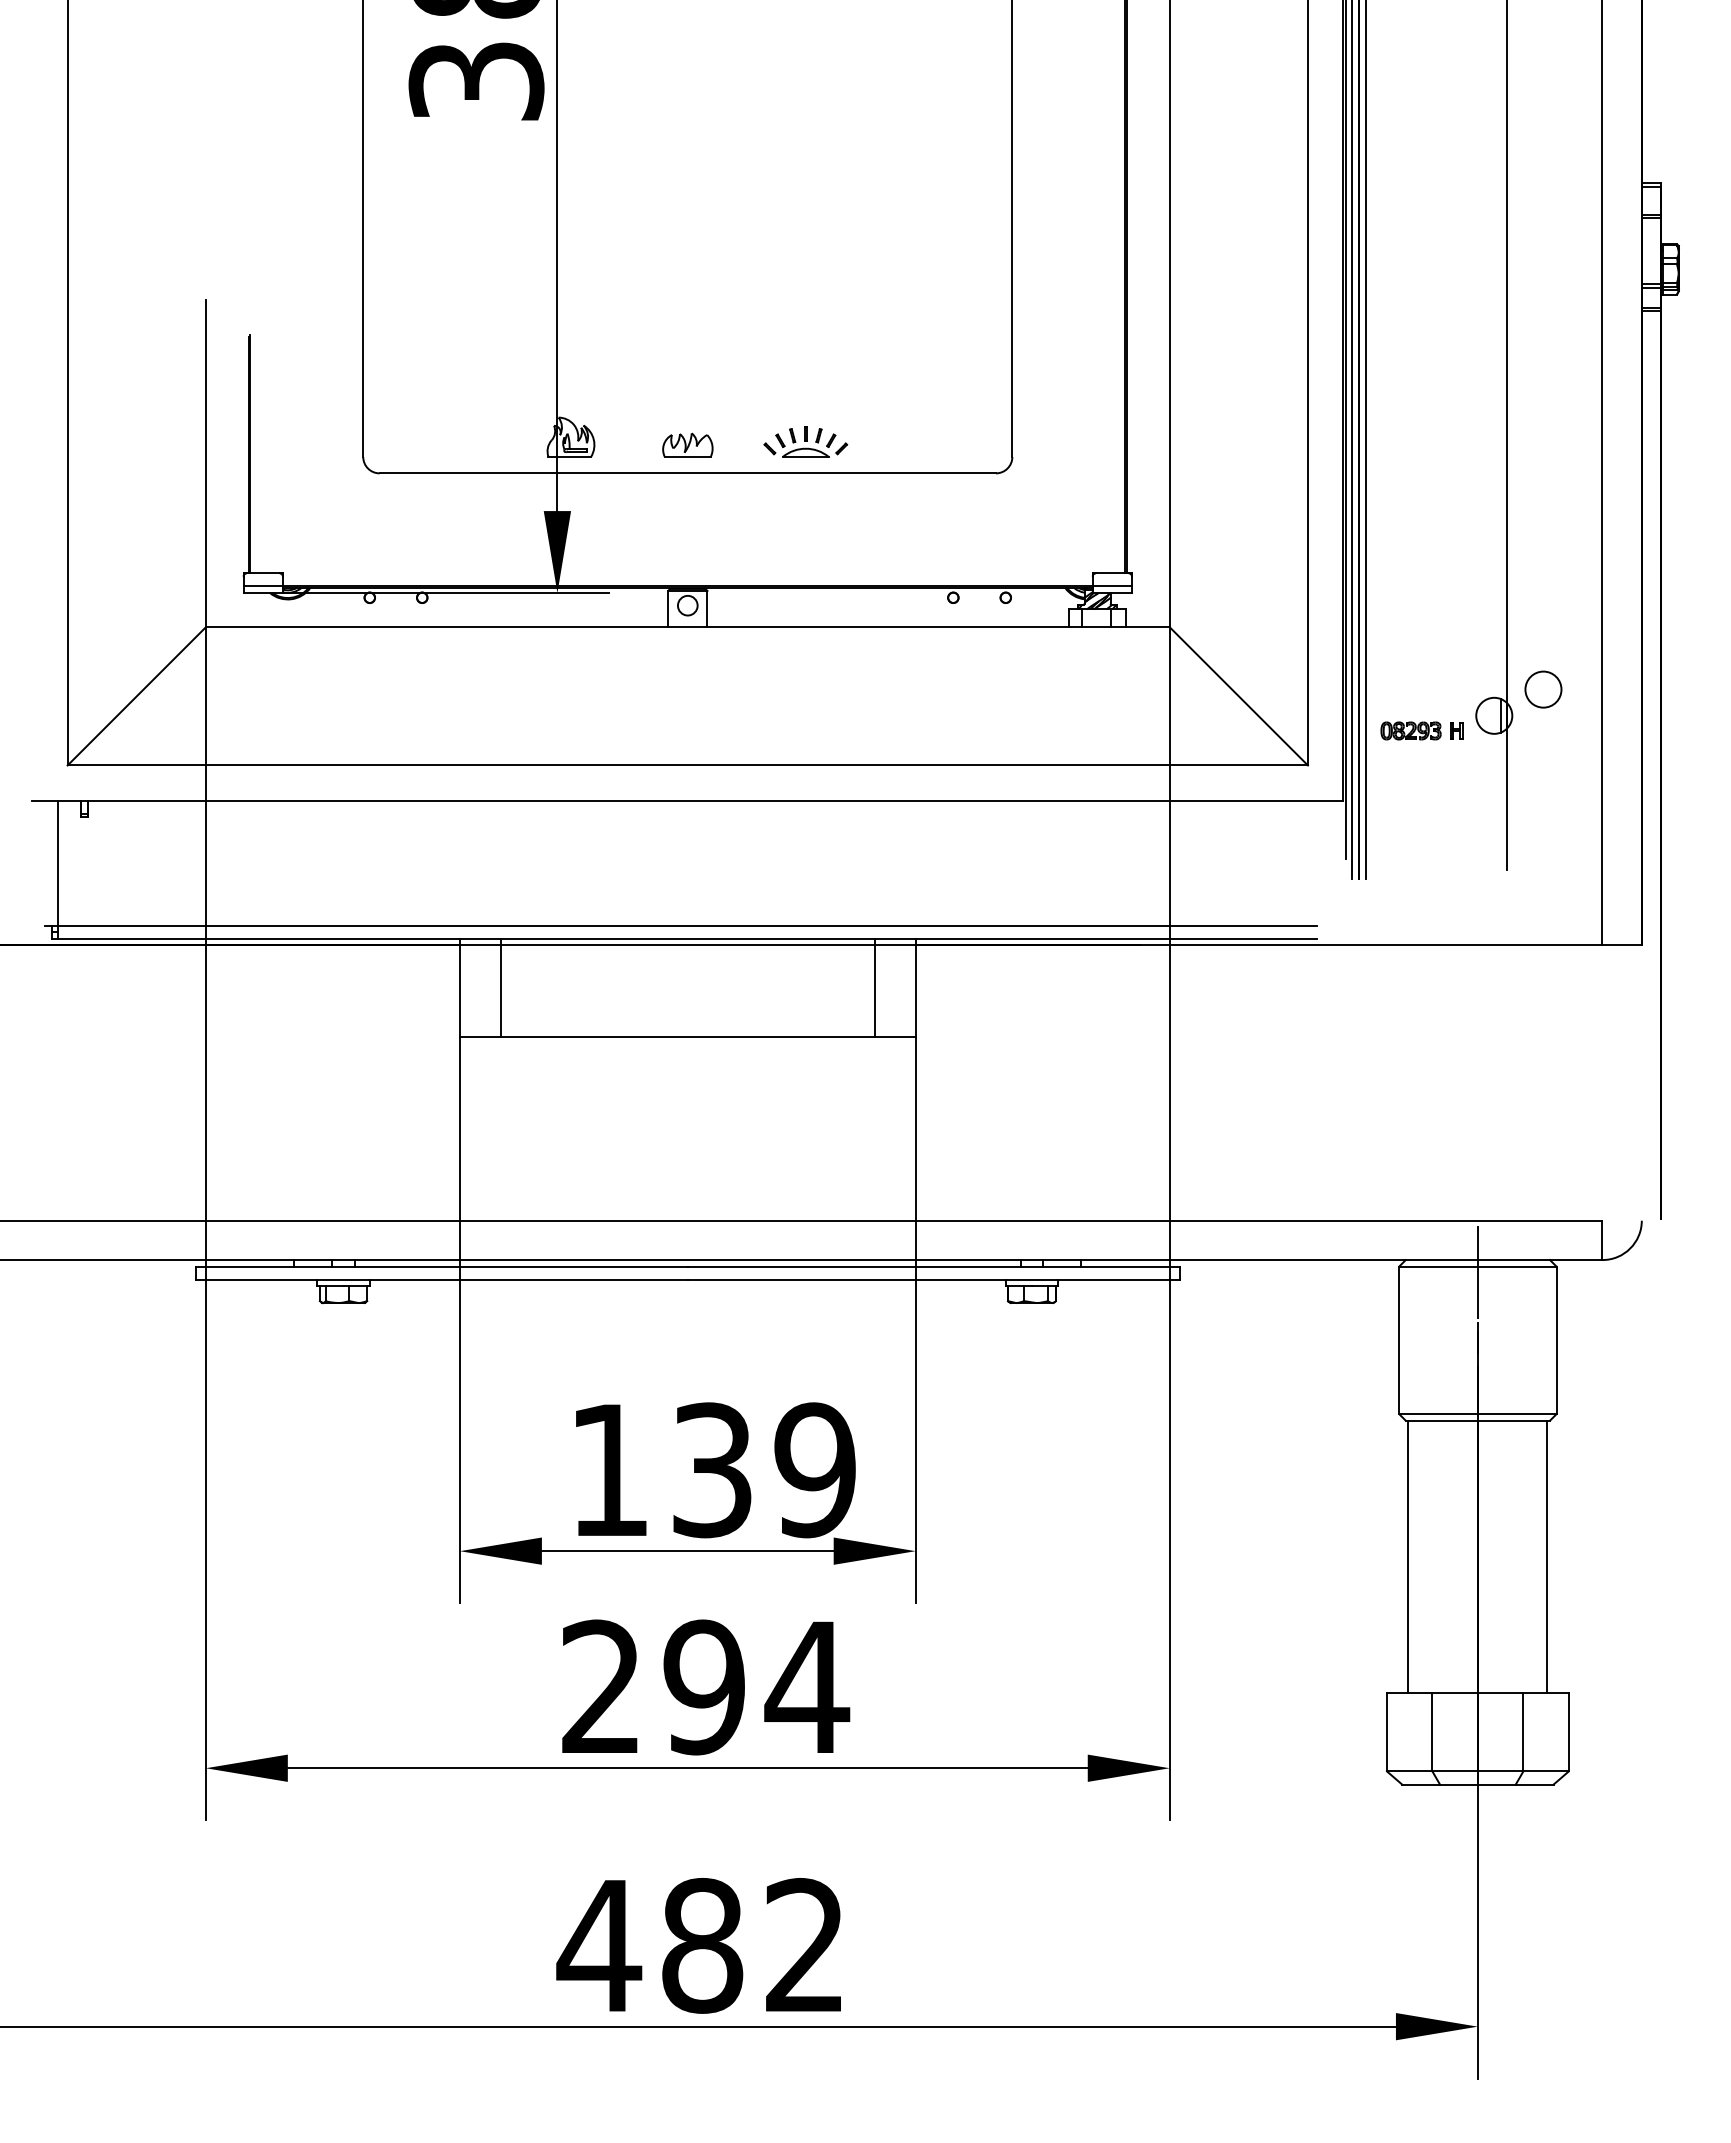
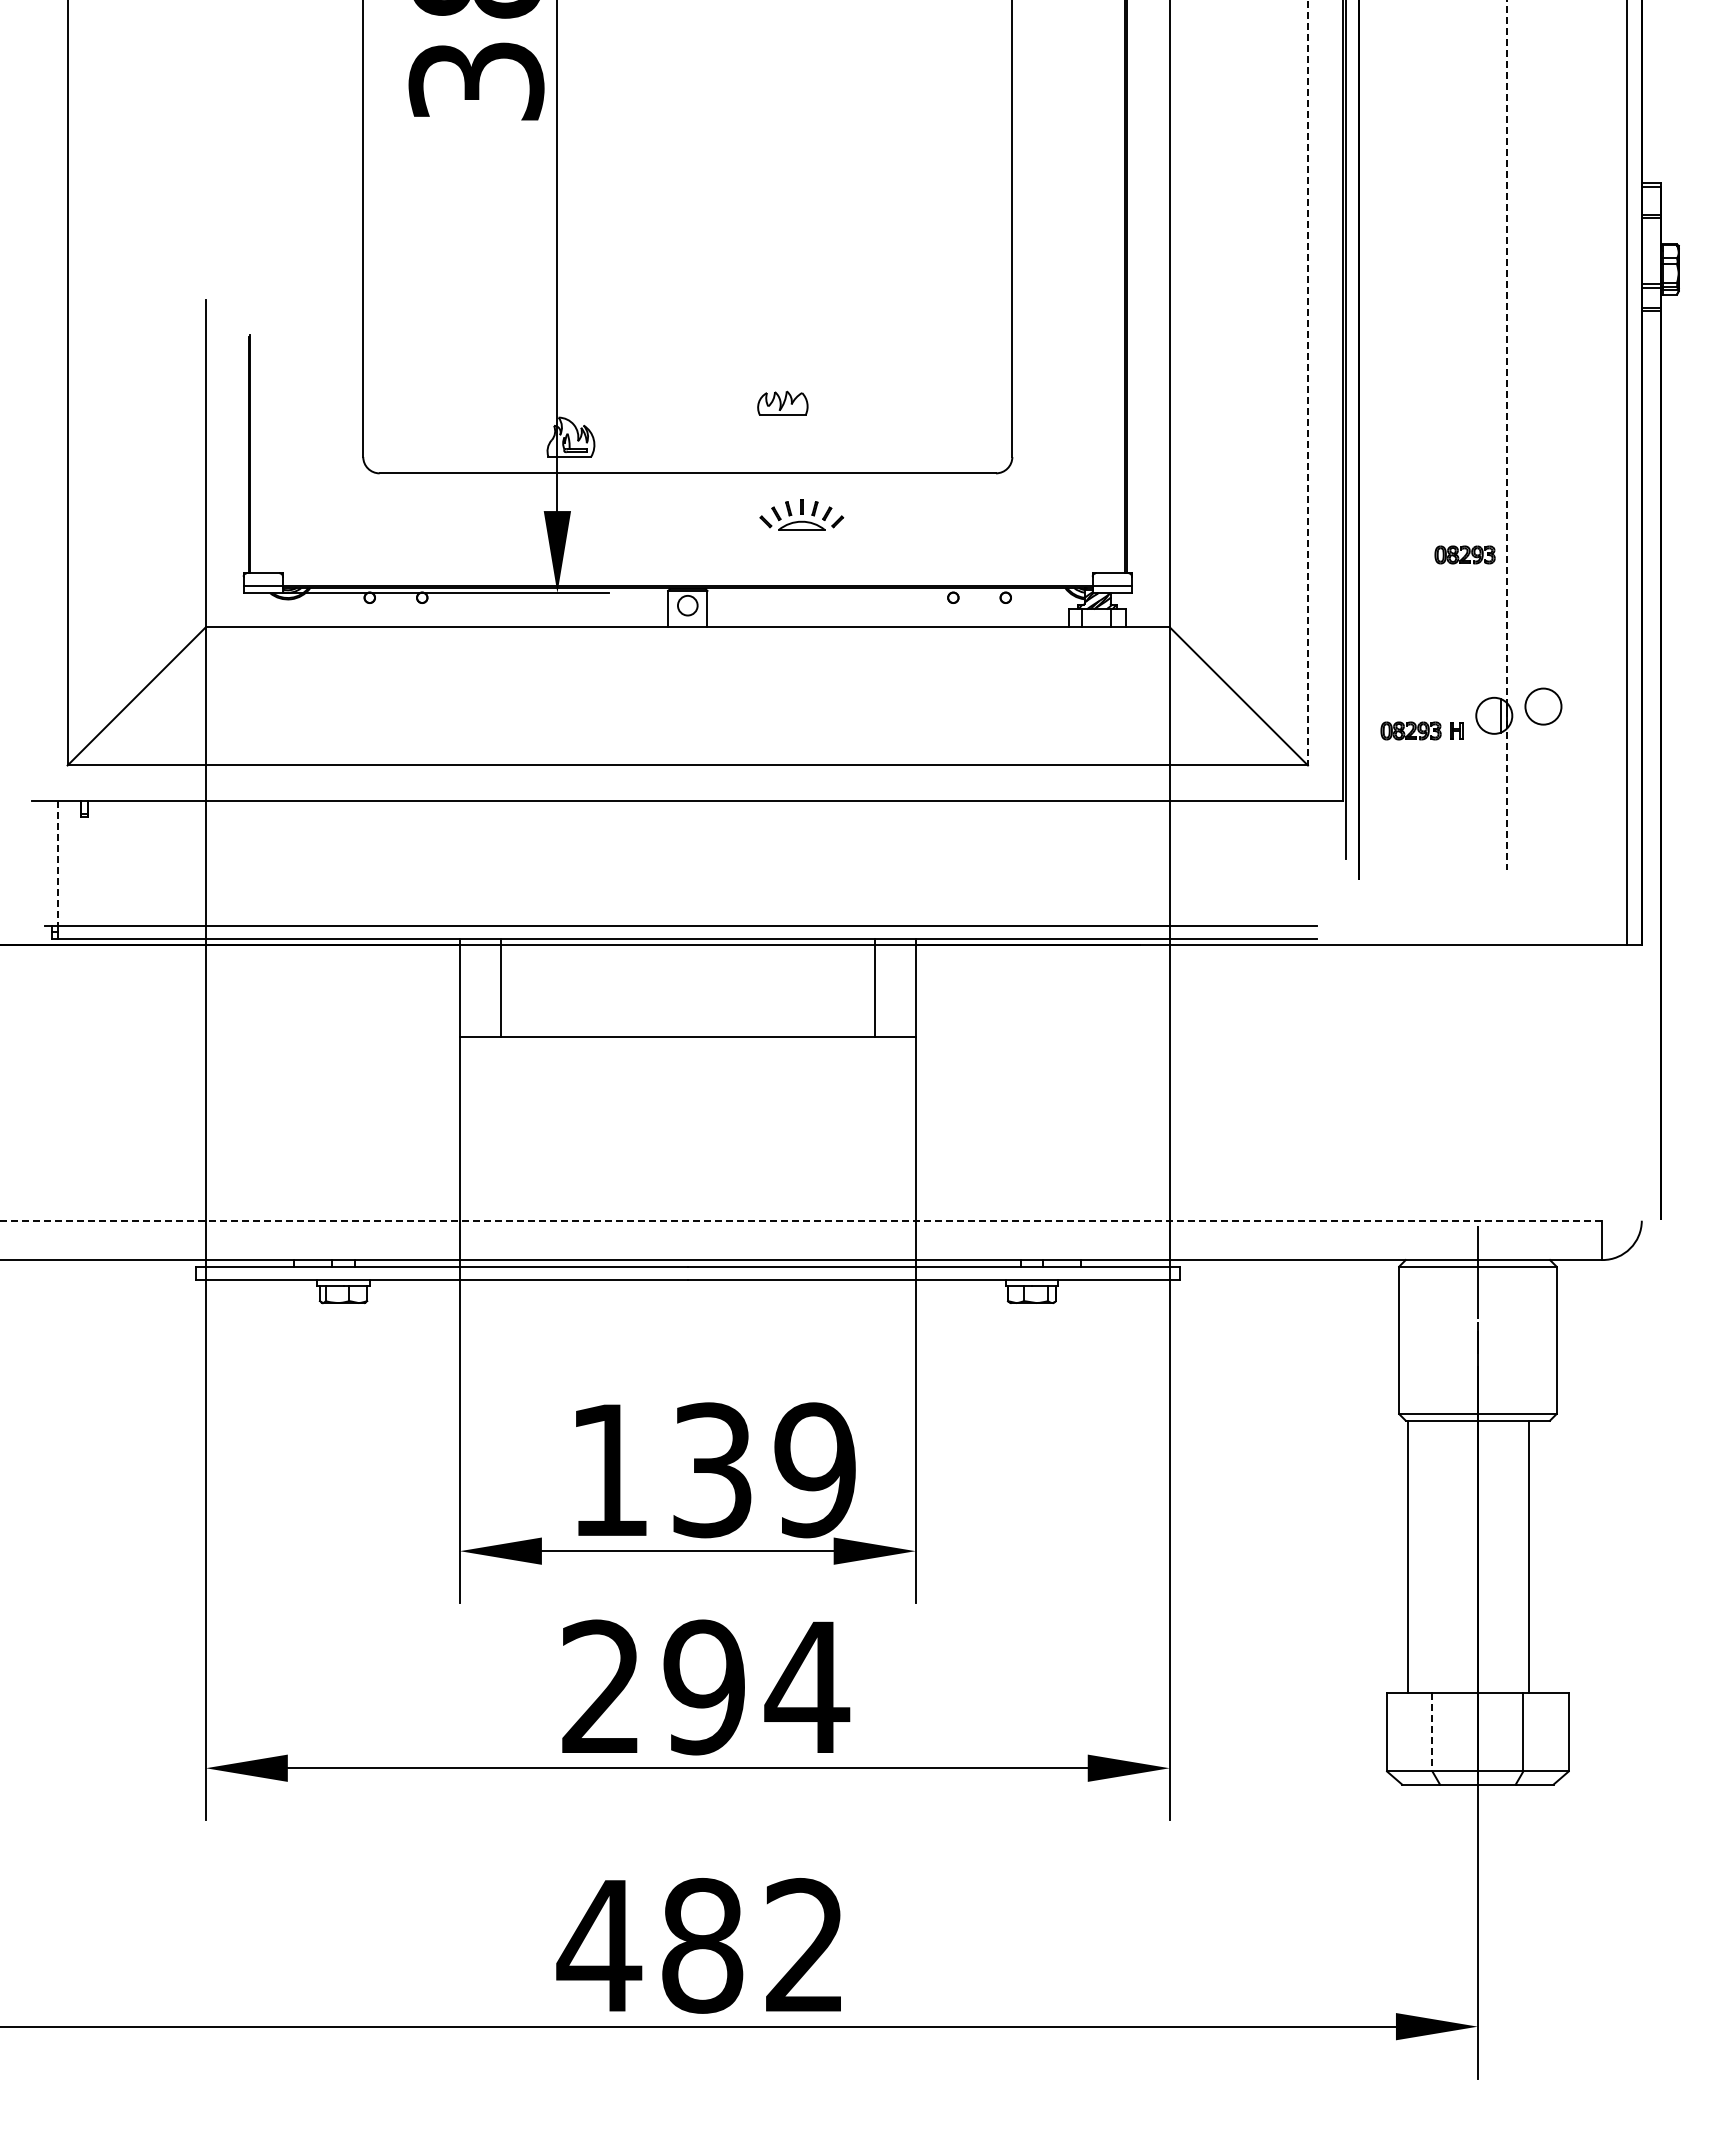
line at (1307, 383): solid -> dashed
line at (1507, 435): solid -> dashed
line at (1352, 440): present -> none
line at (1365, 440): present -> none
part at (805, 441) position: (805, 441) -> (801, 514)
part at (687, 444) position: (687, 444) -> (782, 402)
line at (1602, 473) position: (1602, 473) -> (1627, 473)
part at (1464, 554): none -> present
circle at (1543, 689) position: (1543, 689) -> (1543, 706)
line at (58, 863): solid -> dashed
line at (800, 1220): solid -> dashed
line at (1547, 1556) position: (1547, 1556) -> (1529, 1556)
line at (1432, 1732): solid -> dashed
